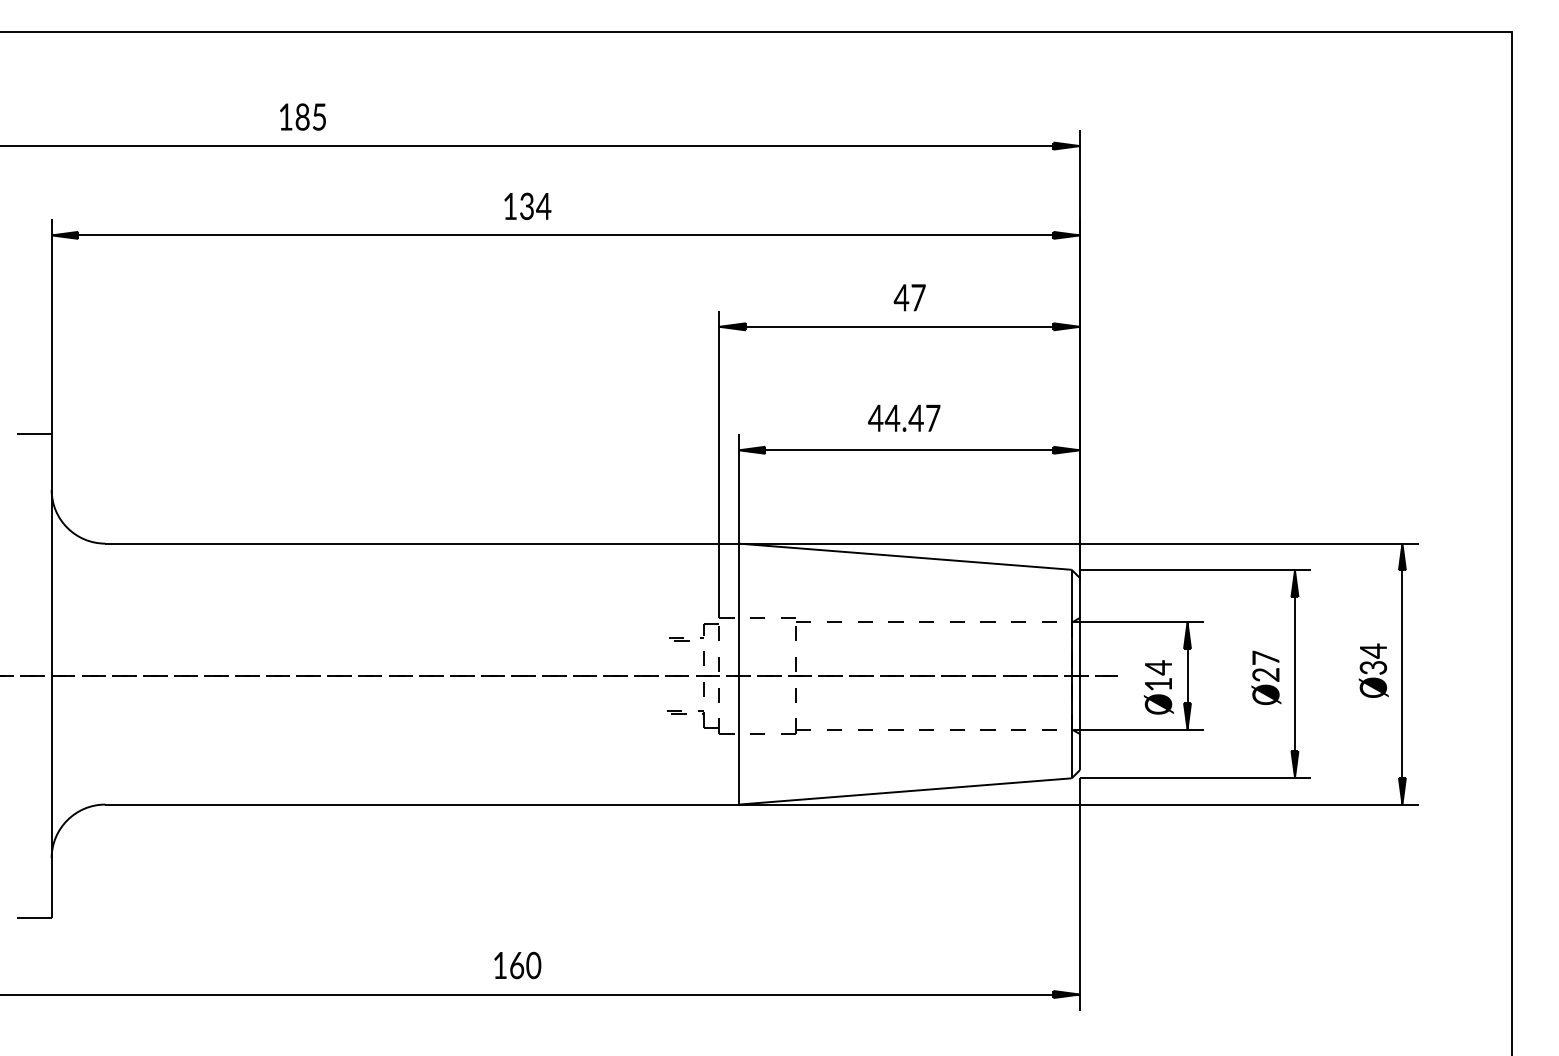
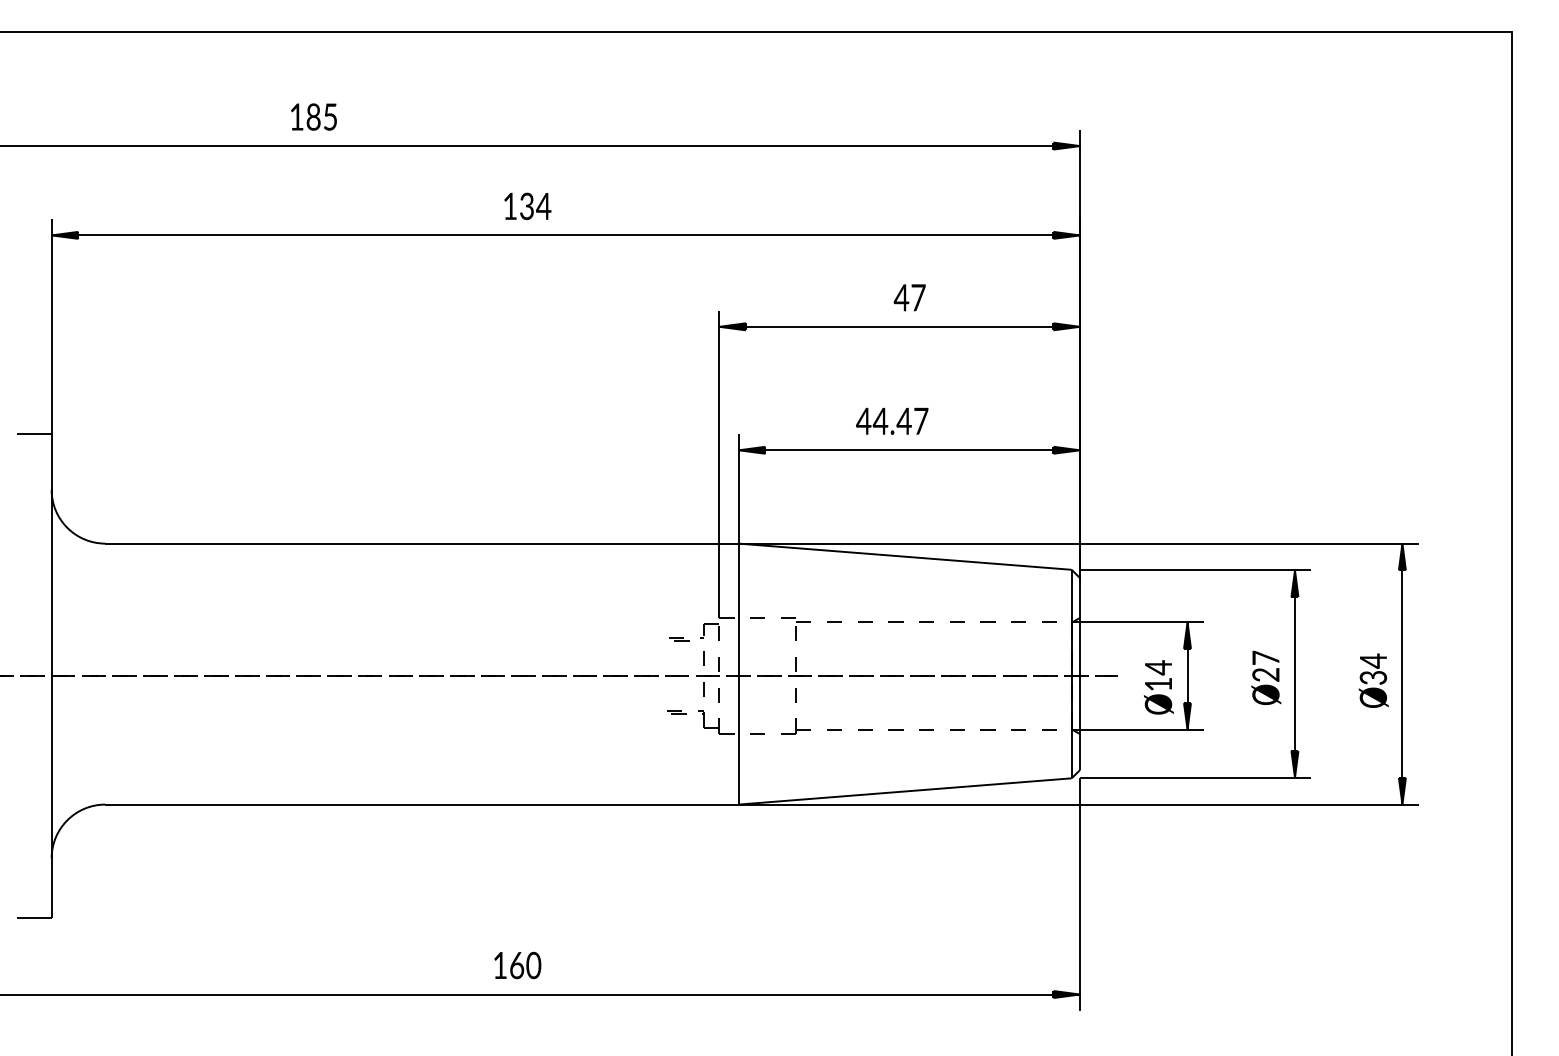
text at (302, 116) position: (302, 116) -> (313, 116)
text at (904, 417) position: (904, 417) -> (892, 420)
text at (1373, 670) position: (1373, 670) -> (1373, 680)
